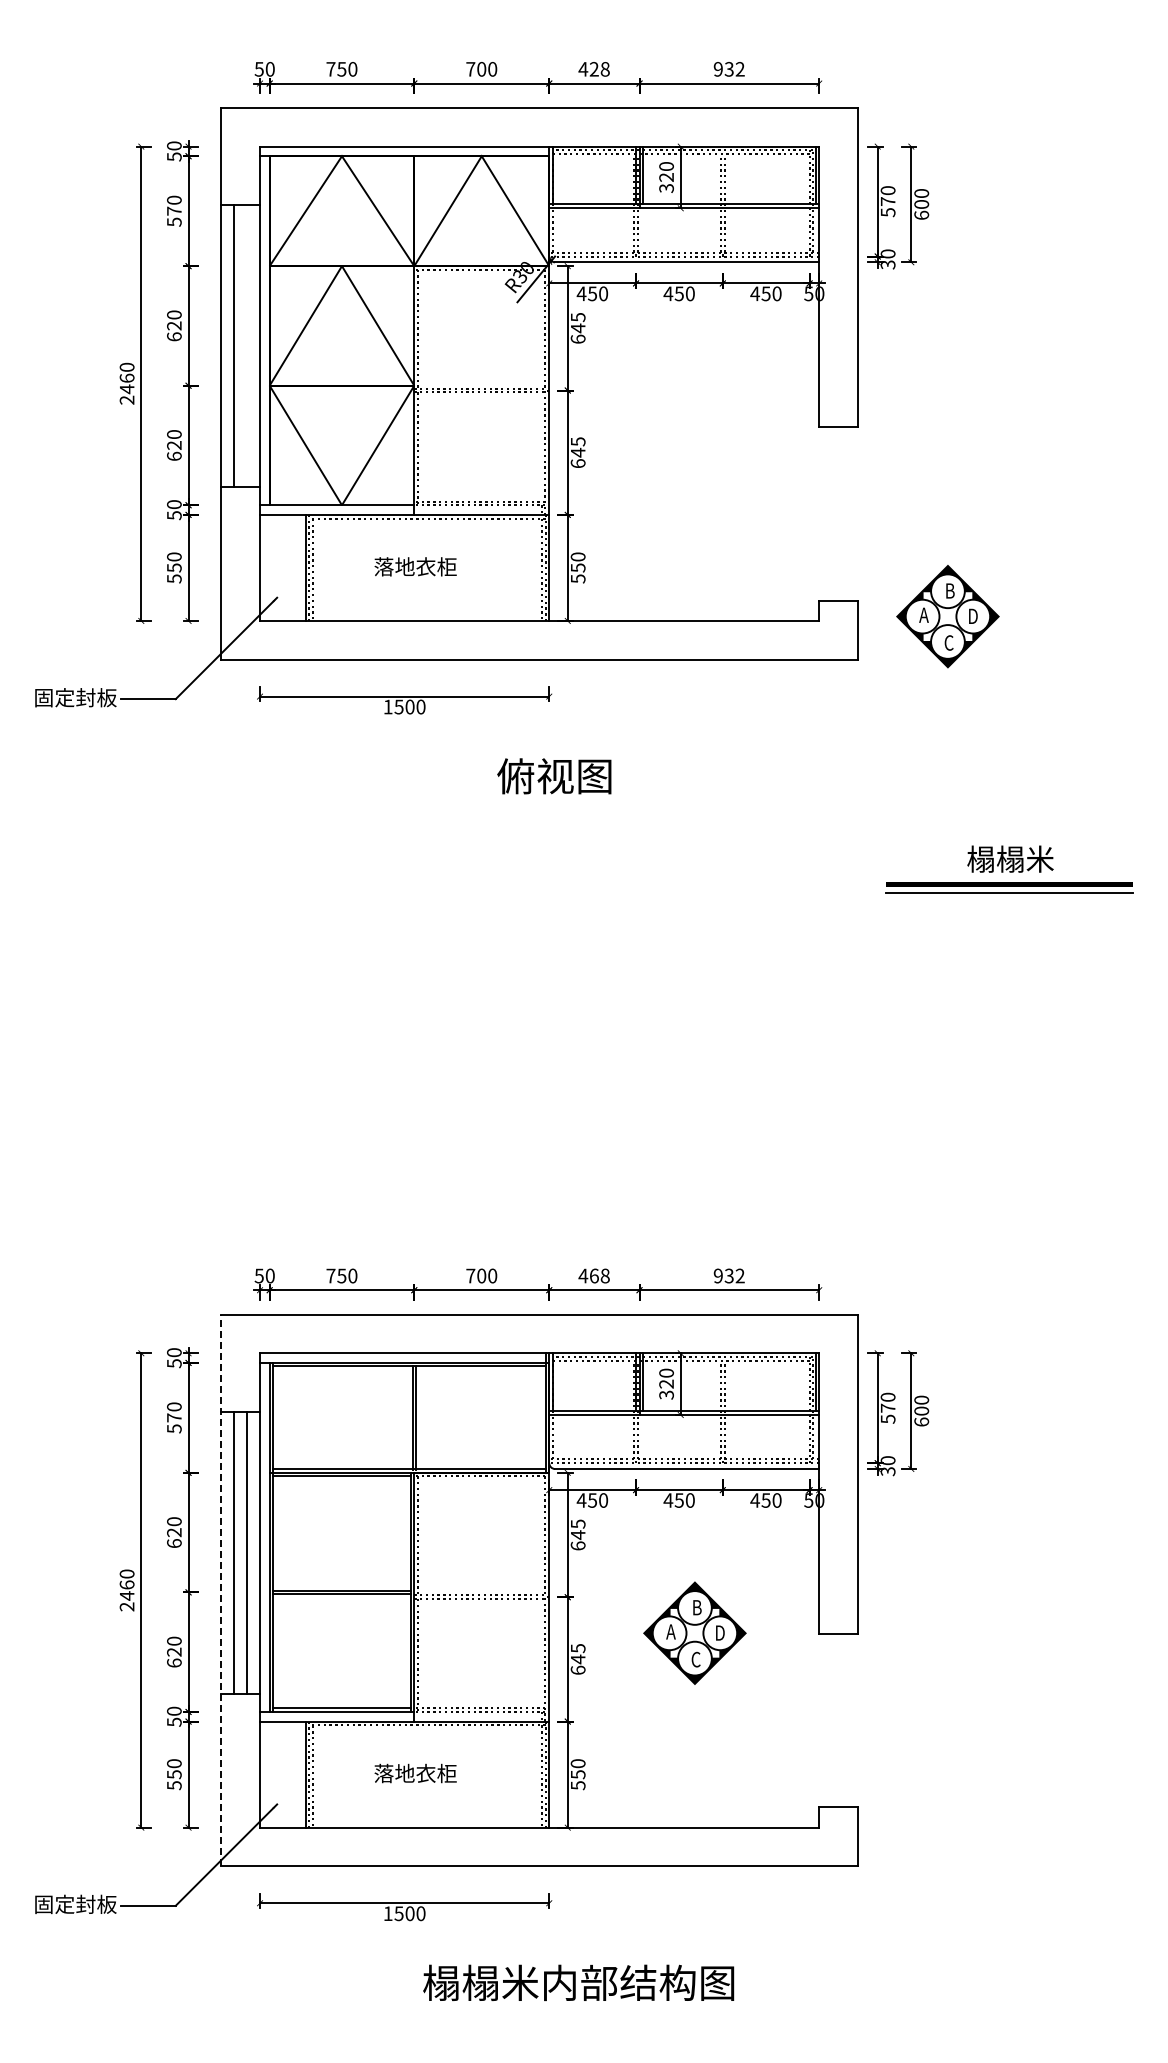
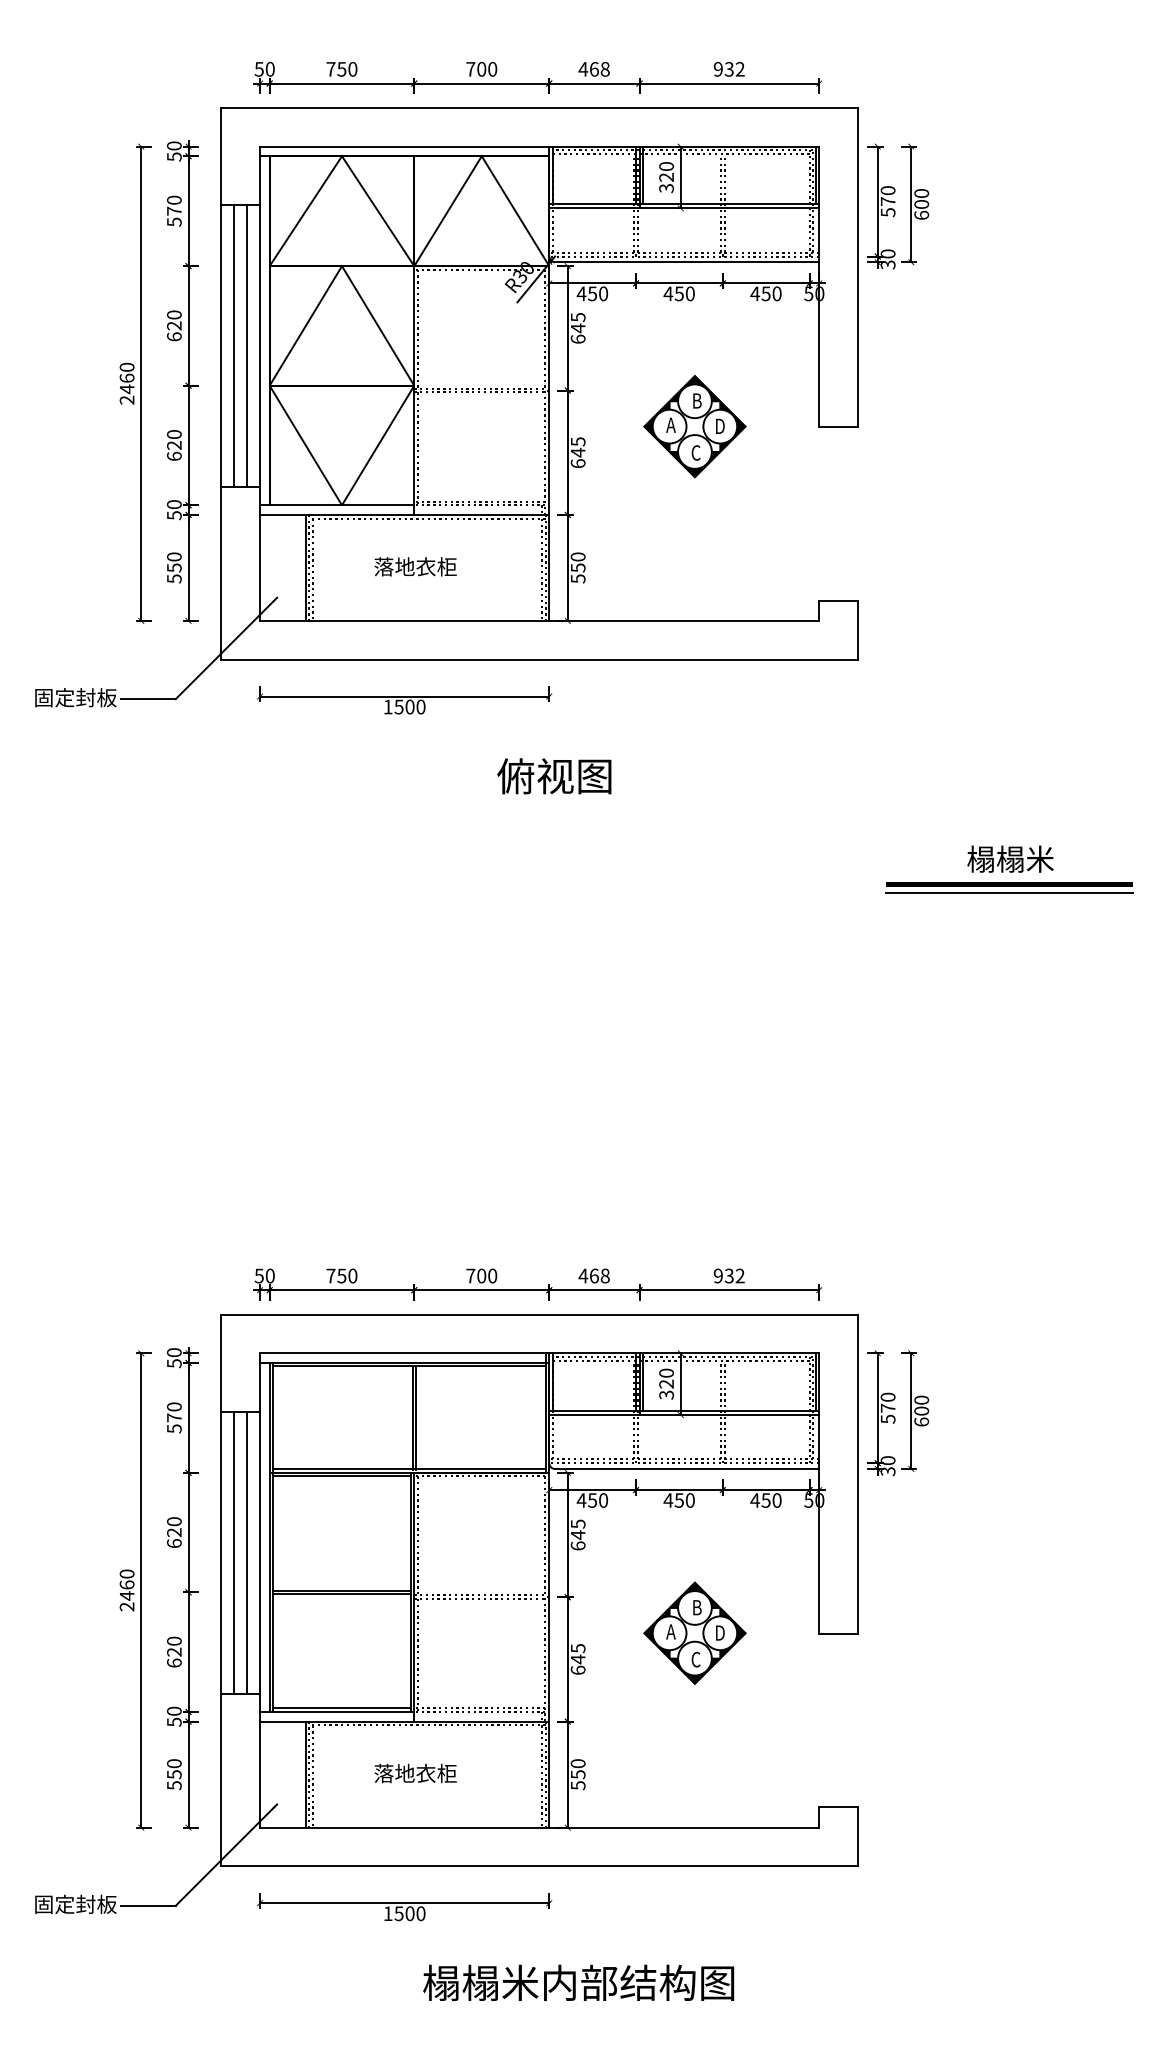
text at (593, 68): 428 -> 468
line at (246, 345): none -> present
part at (947, 616) position: (947, 616) -> (694, 426)
line at (221, 1590): dashed -> solid
